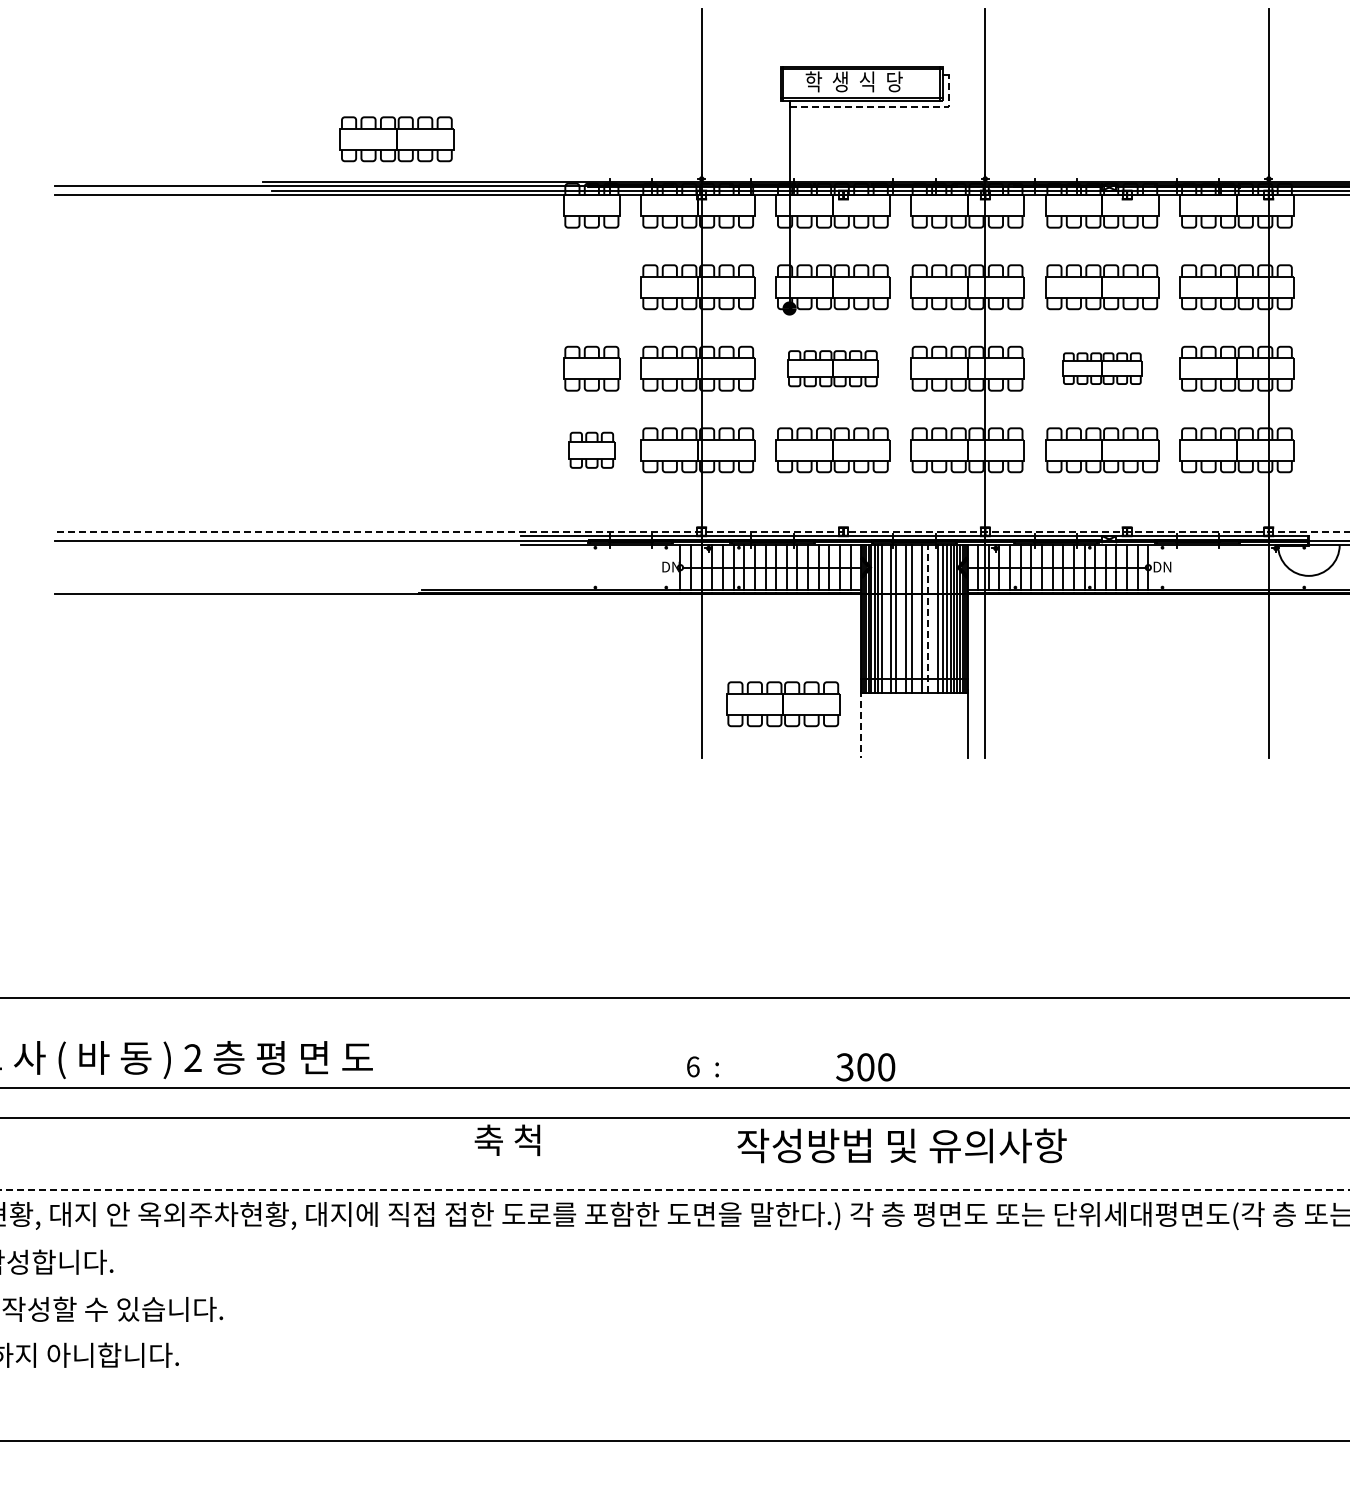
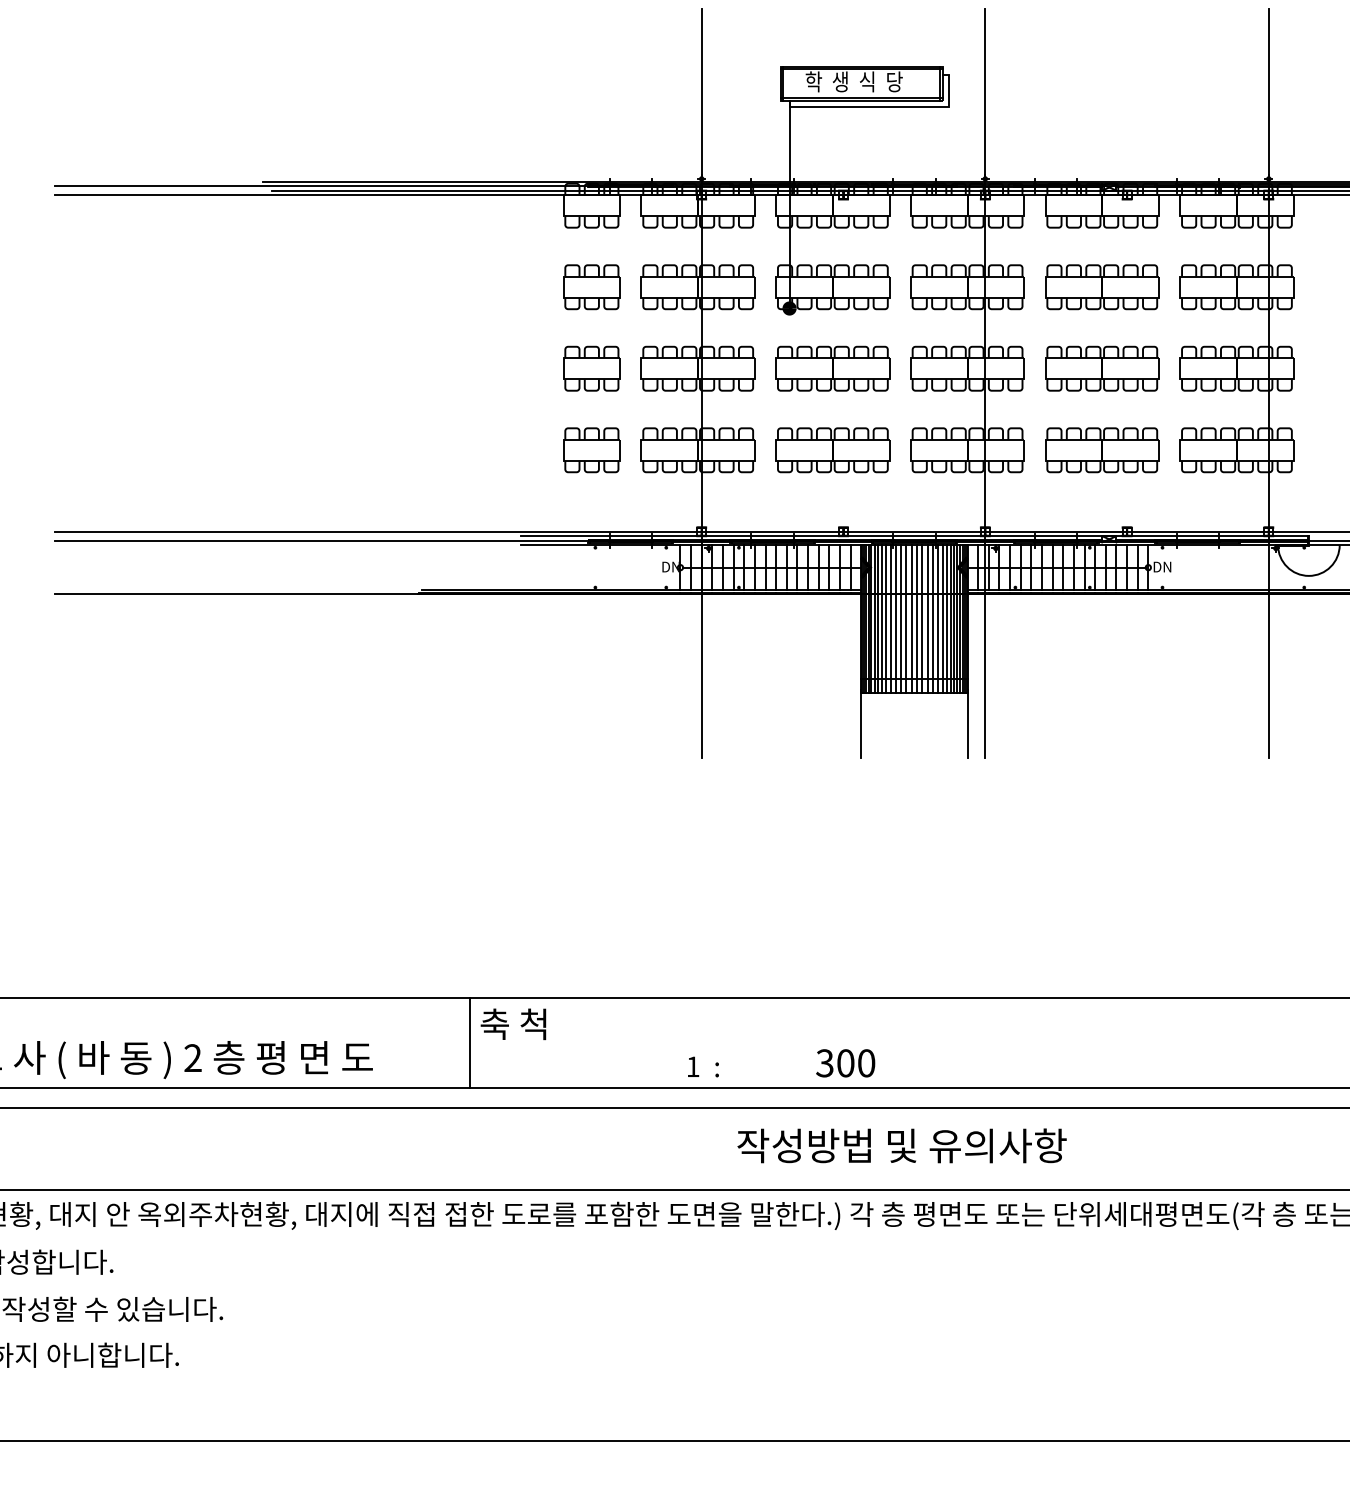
line at (886, 106): dashed -> solid
part at (396, 139): present -> none
part at (591, 287): none -> present
part at (832, 368) size: 92x38 px -> 116x47 px
part at (1102, 368) size: 81x33 px -> 115x47 px
part at (591, 449) size: 48x38 px -> 58x47 px
line at (701, 531): dashed -> solid
line at (886, 619): none -> present
line at (901, 619): none -> present
line at (917, 619): none -> present
line at (927, 619): dashed -> solid
line at (933, 619): none -> present
part at (783, 704): present -> none
line at (861, 724): dashed -> solid
line at (470, 1042): none -> present
text at (693, 1066): 6 -> 1
text at (865, 1067) position: (865, 1067) -> (845, 1063)
line at (674, 1117) position: (674, 1117) -> (674, 1107)
text at (507, 1140) position: (507, 1140) -> (513, 1024)
line at (674, 1190): dashed -> solid
